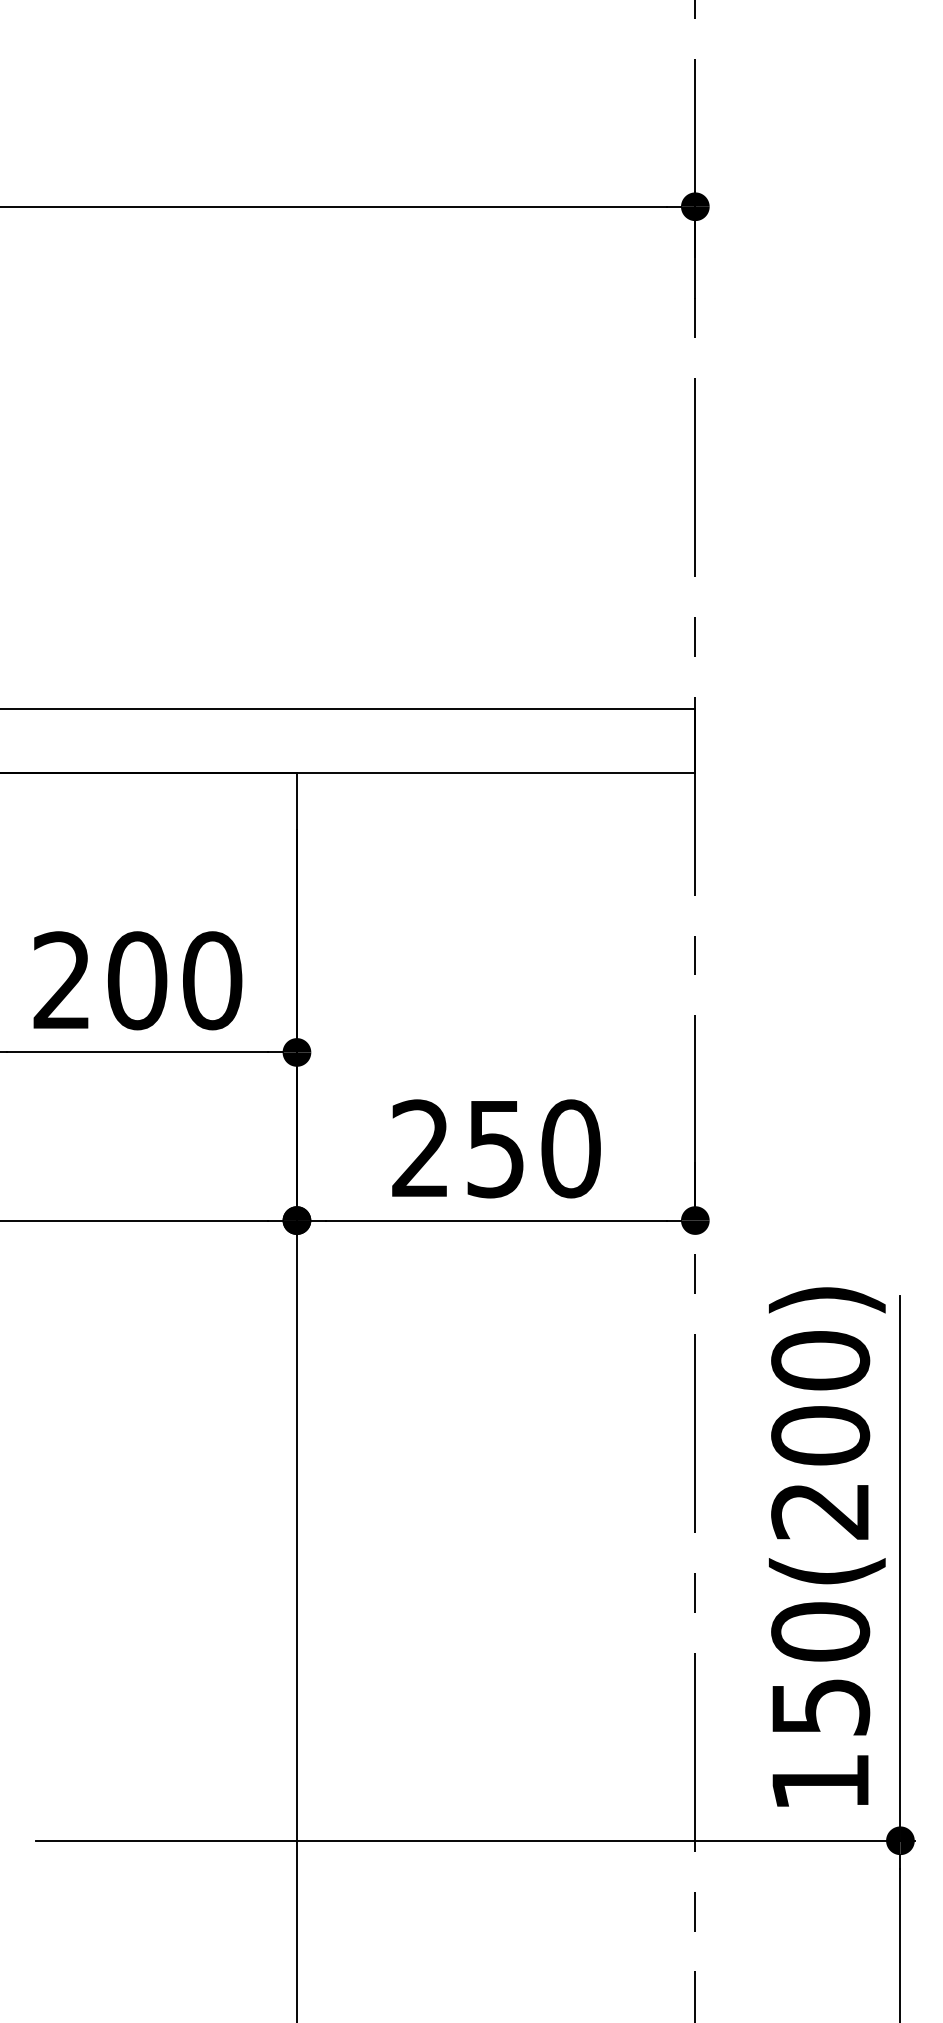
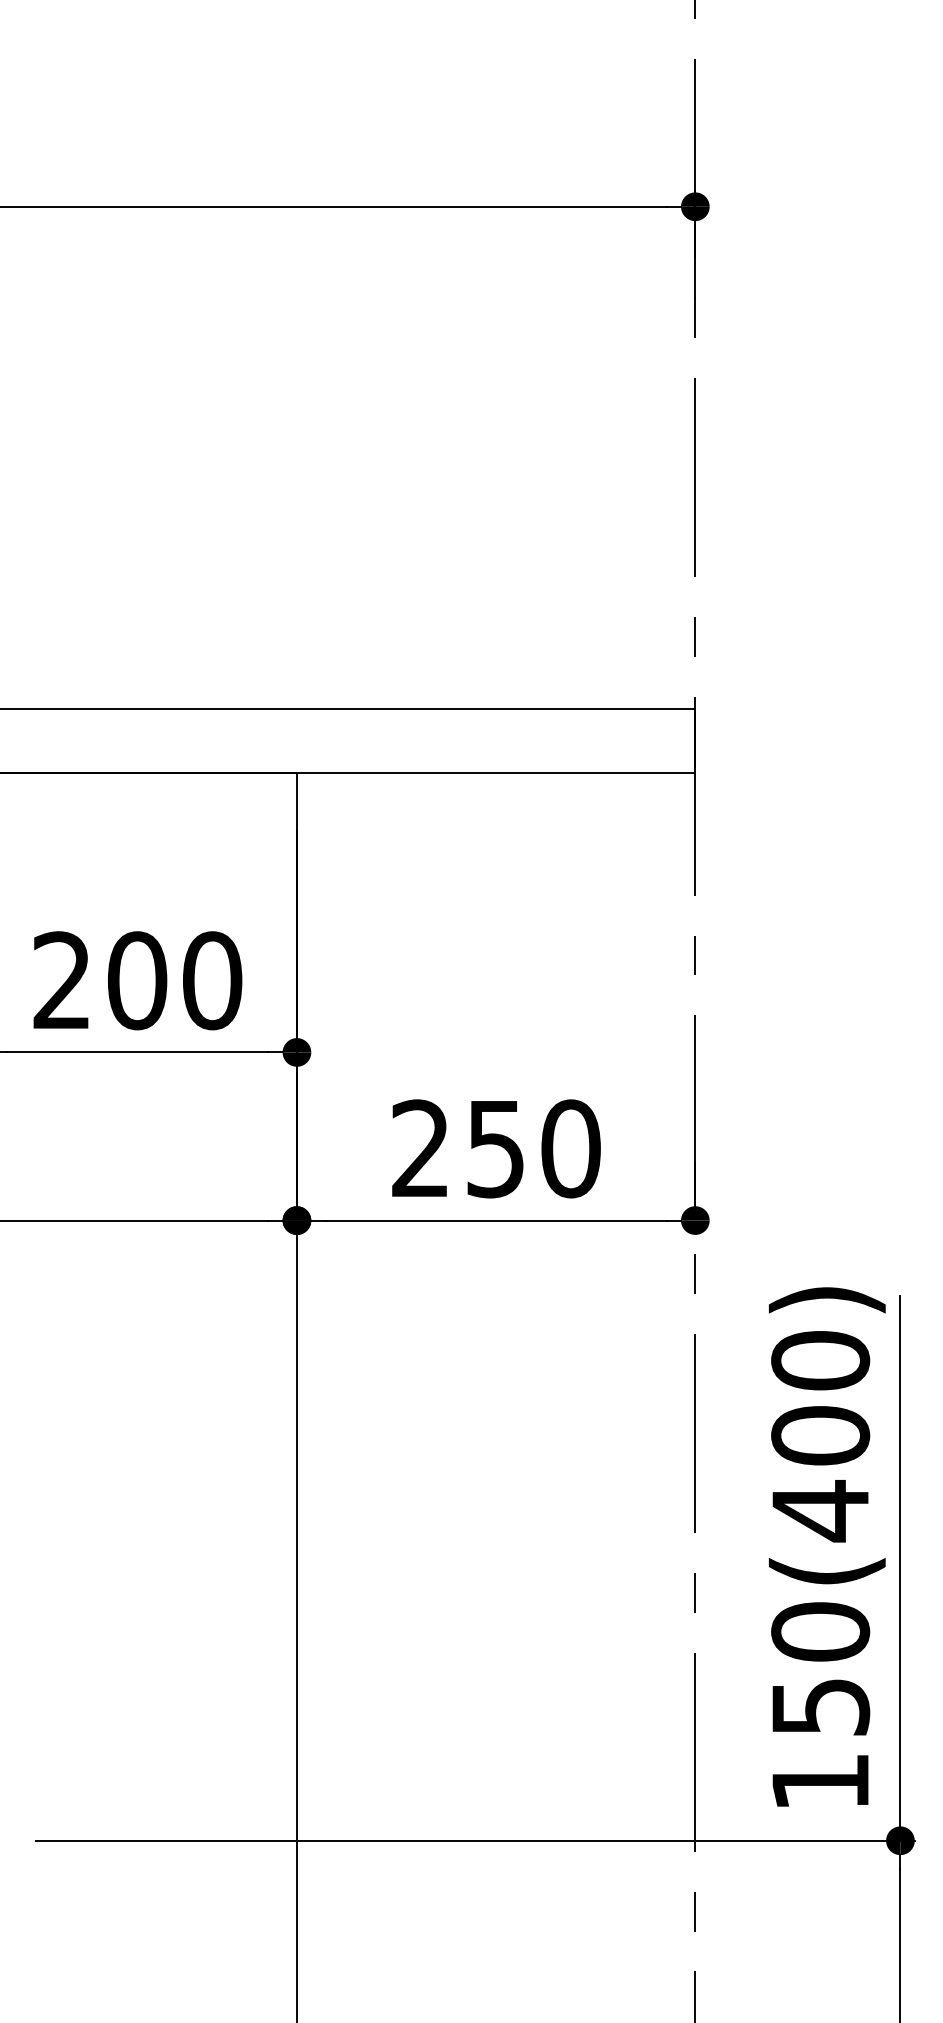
text at (819, 1511): 150(200) -> 150(400)
